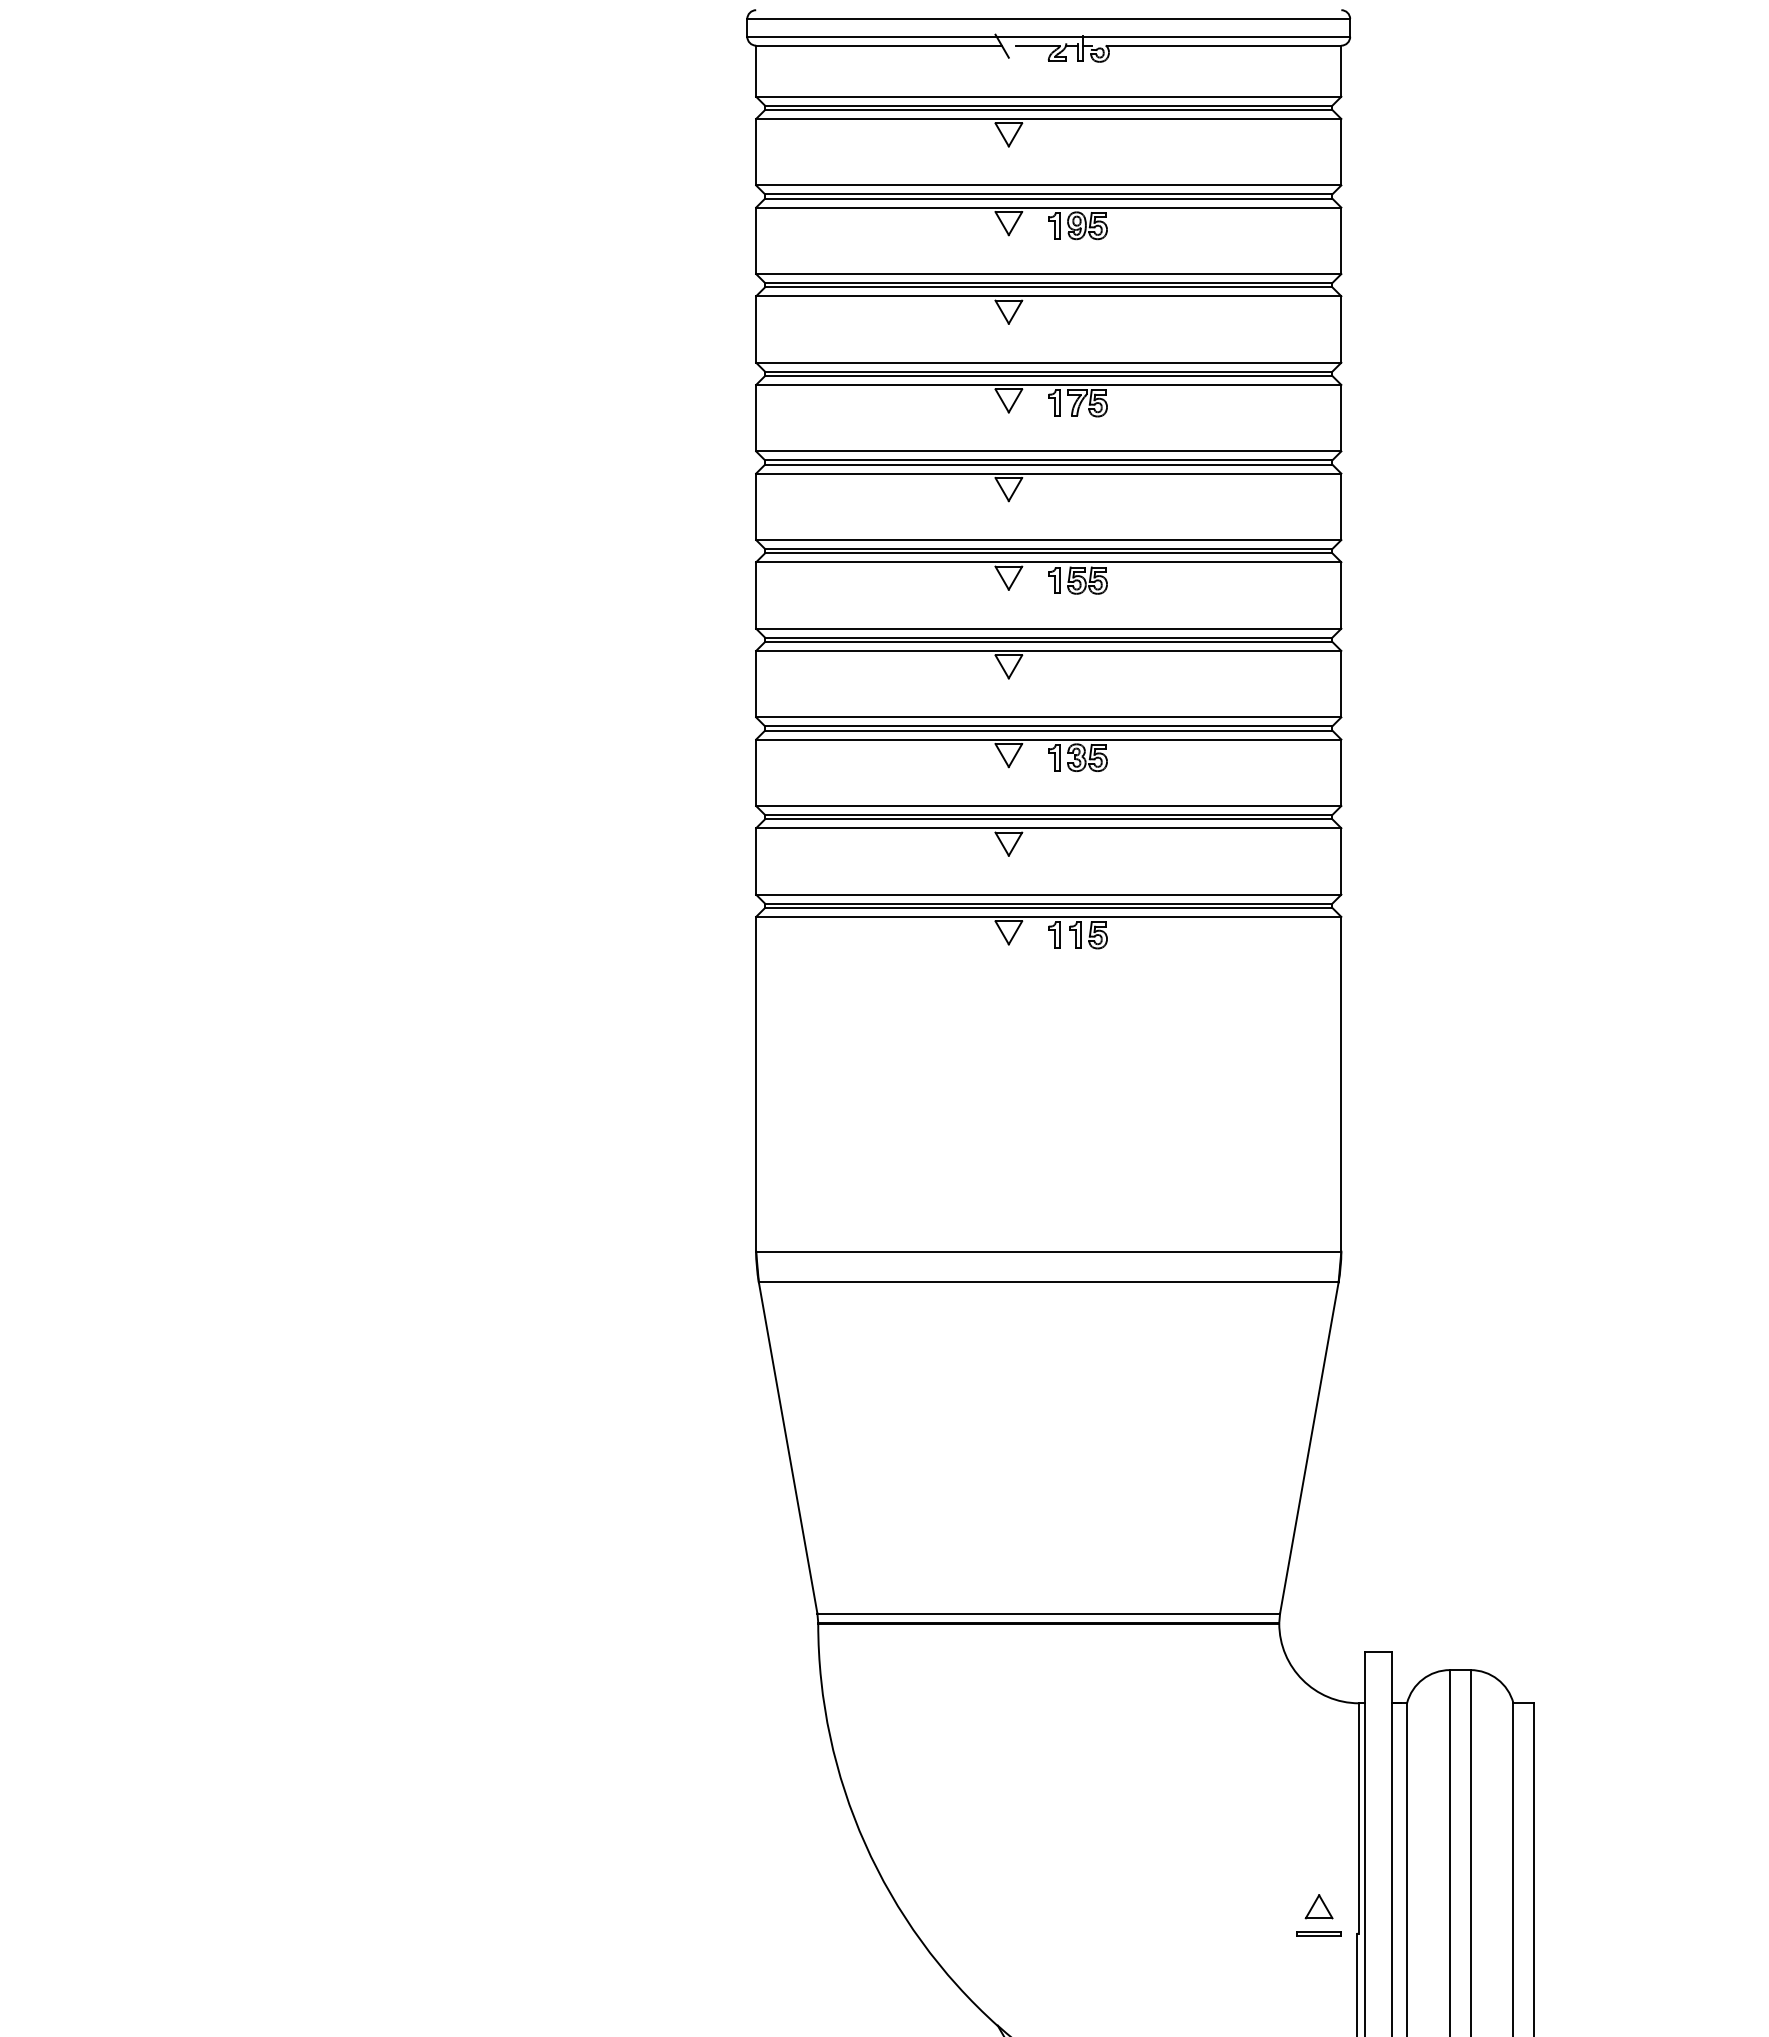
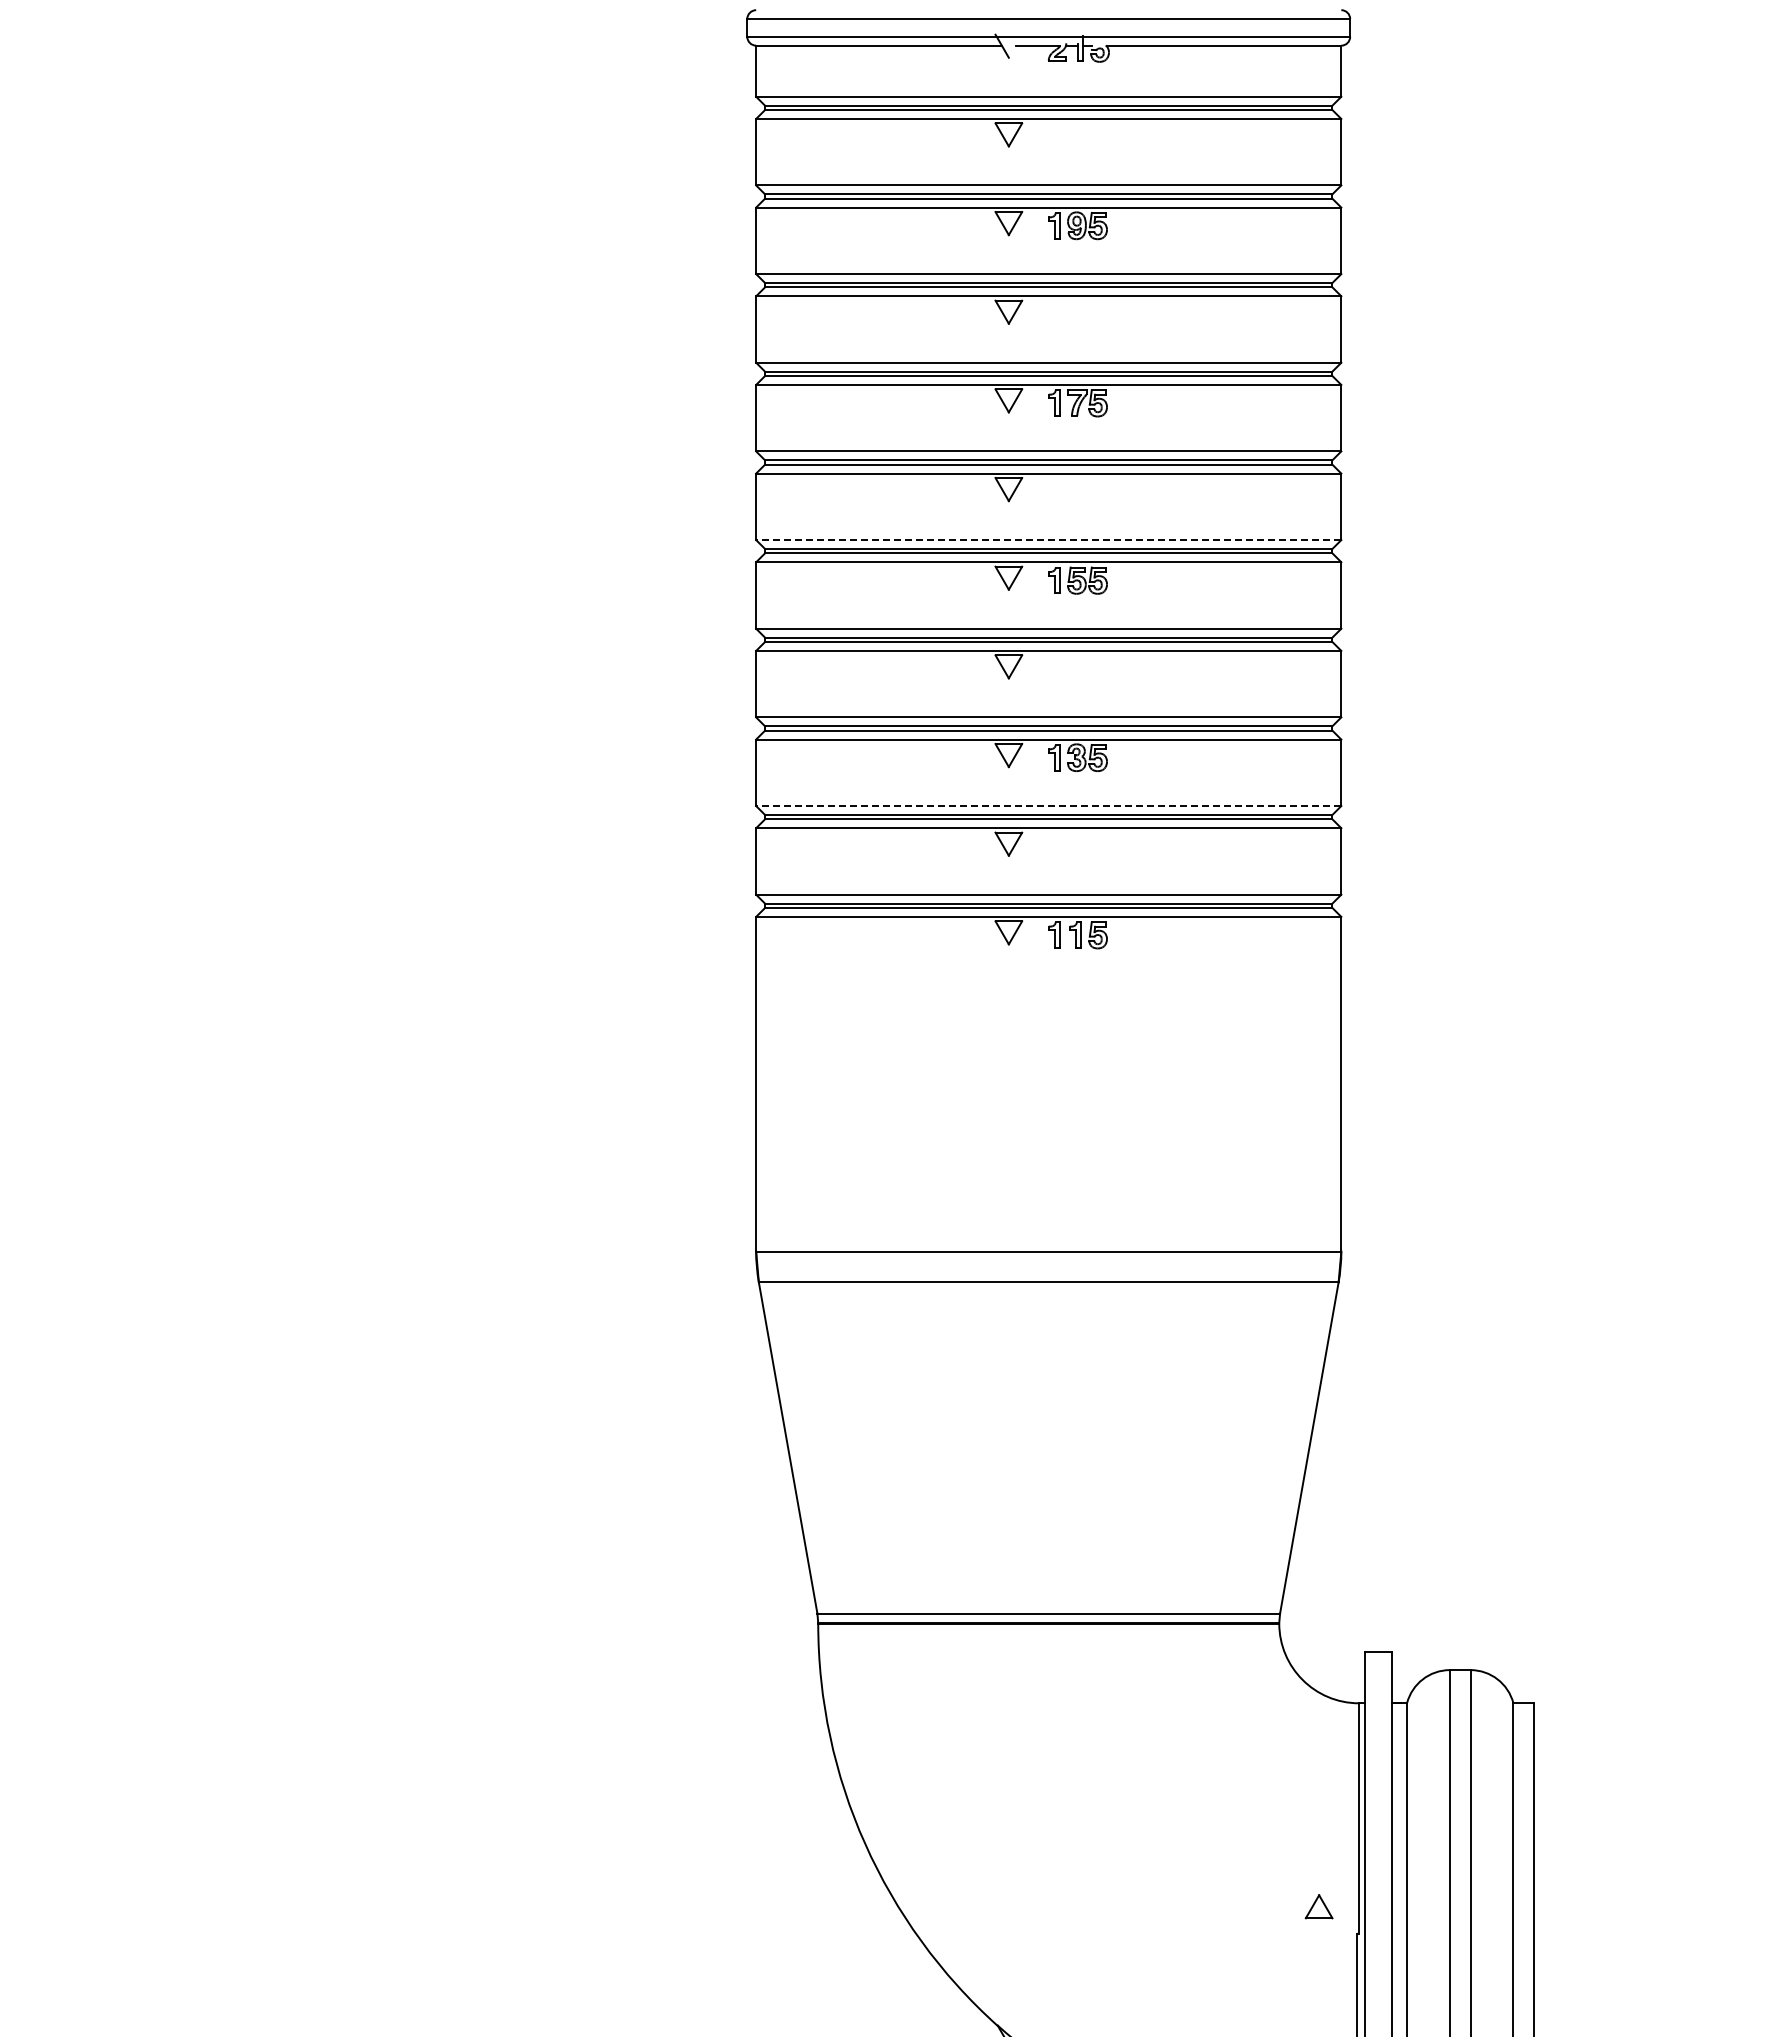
line at (1048, 540): solid -> dashed
line at (1048, 806): solid -> dashed
part at (1318, 1933): present -> none
